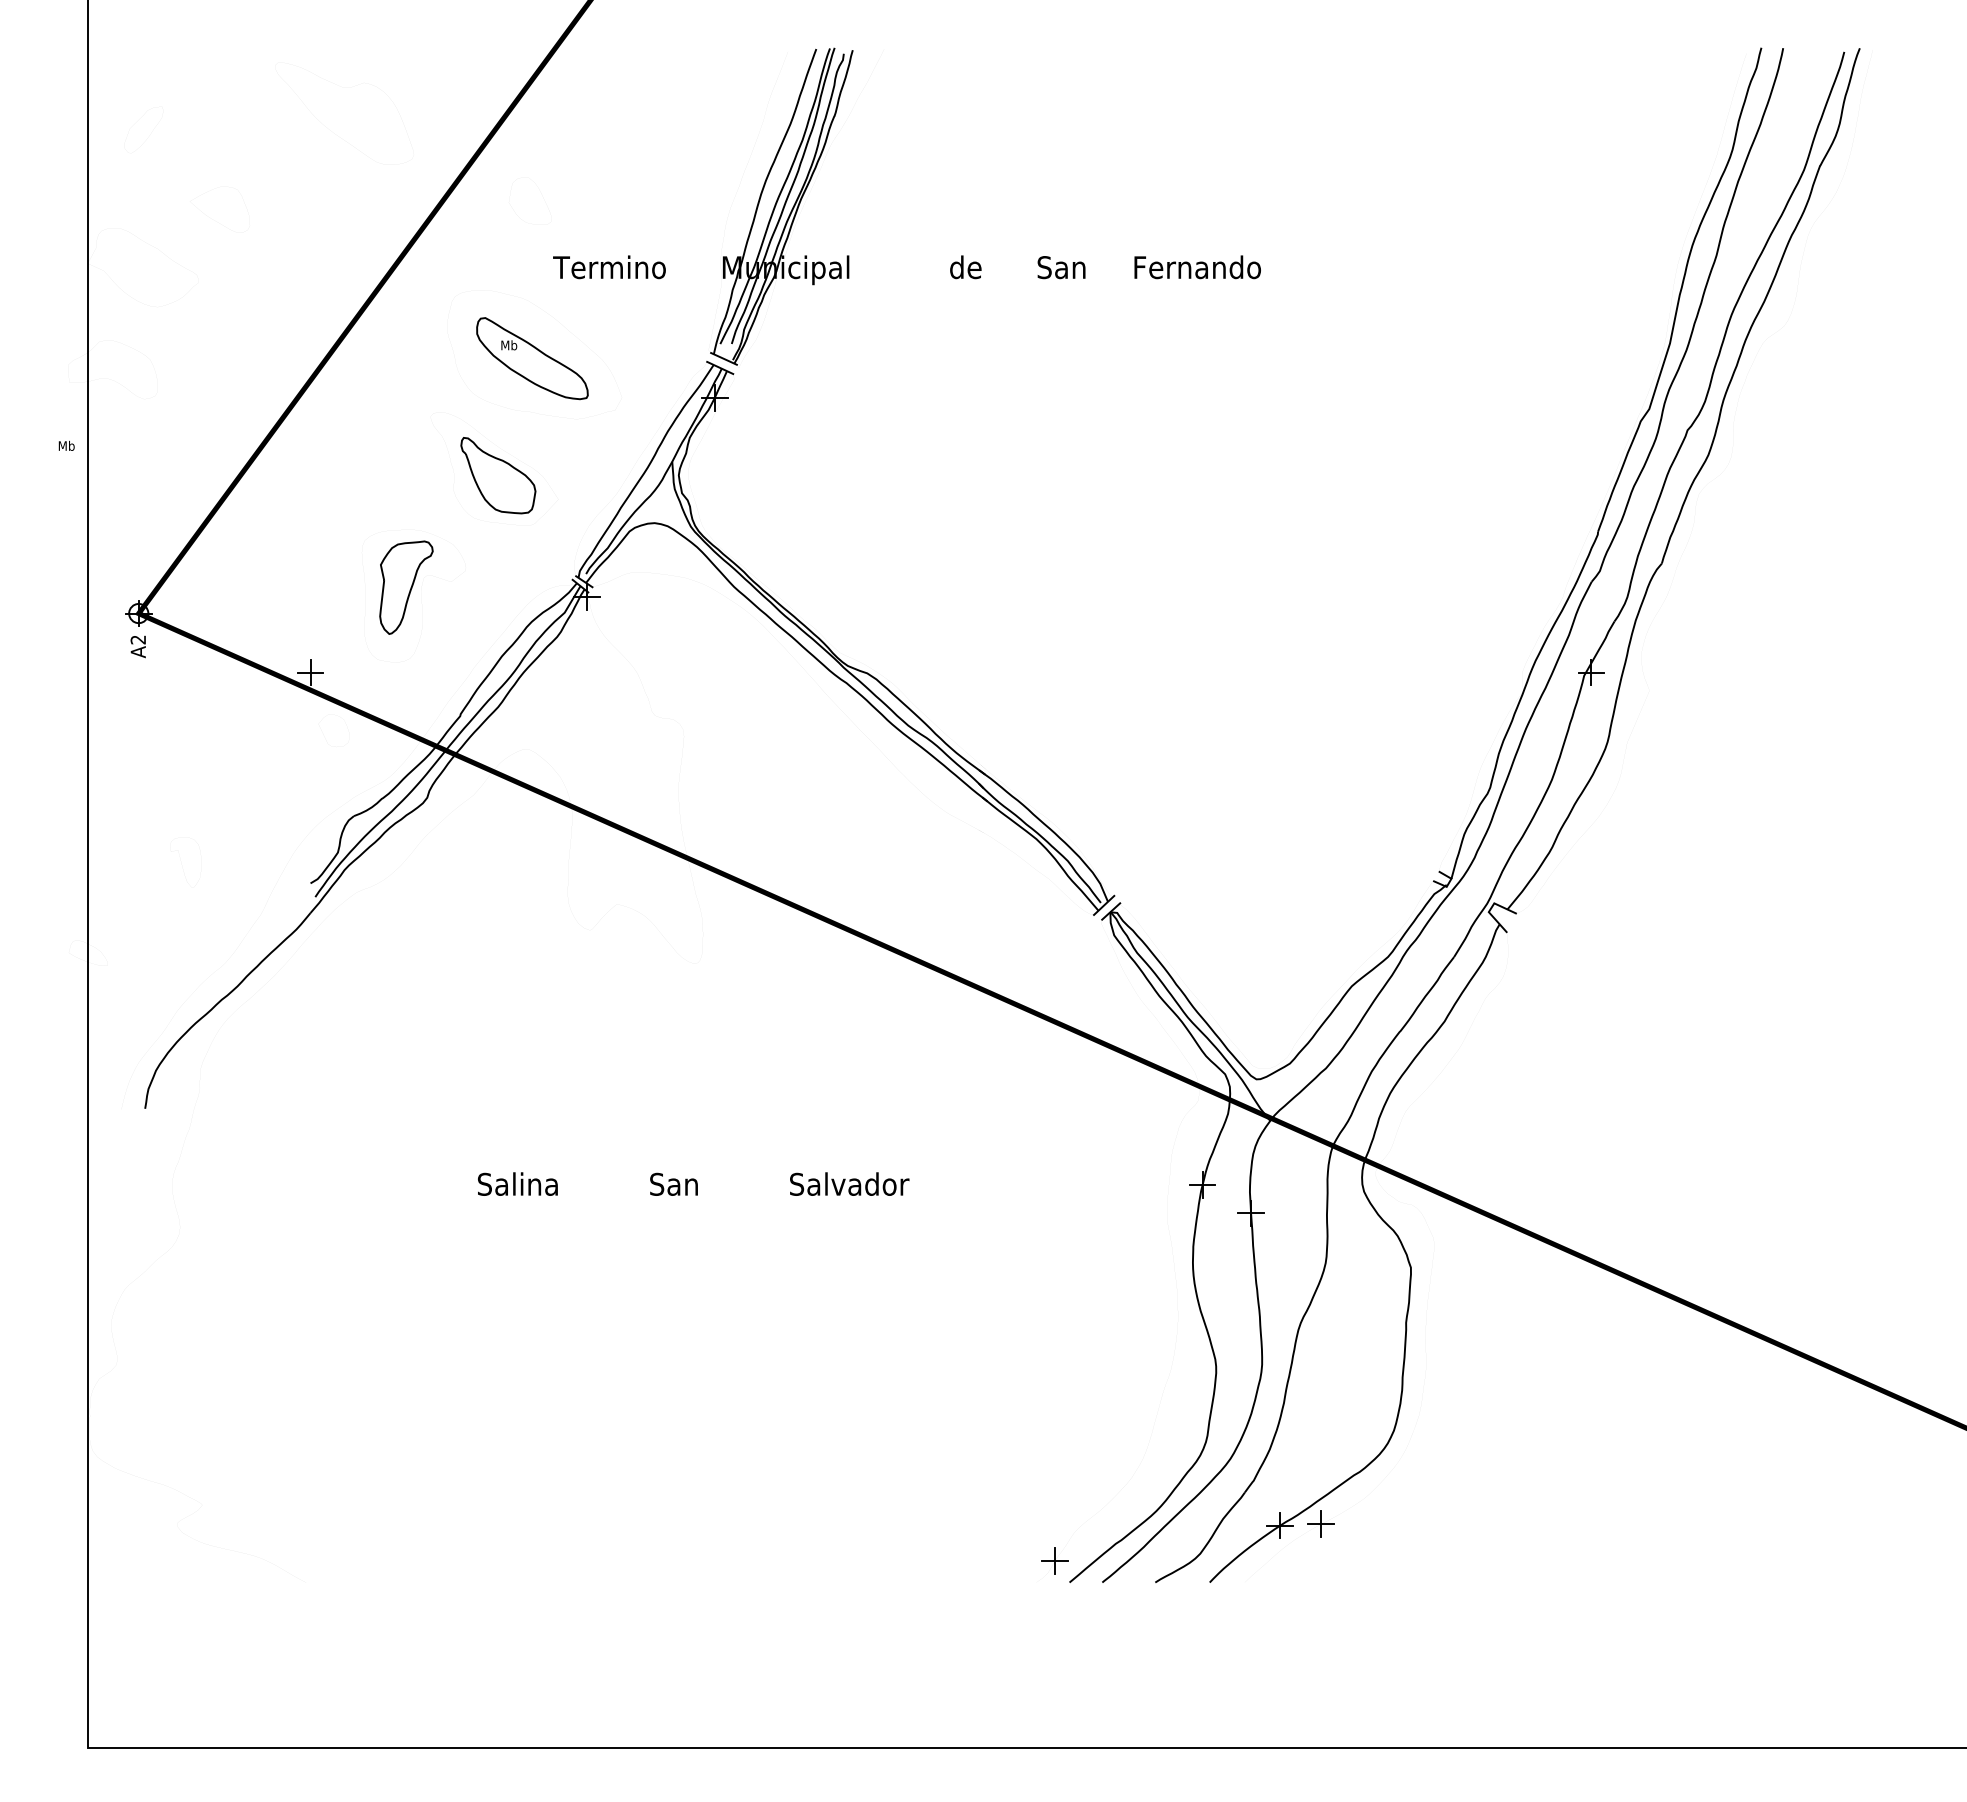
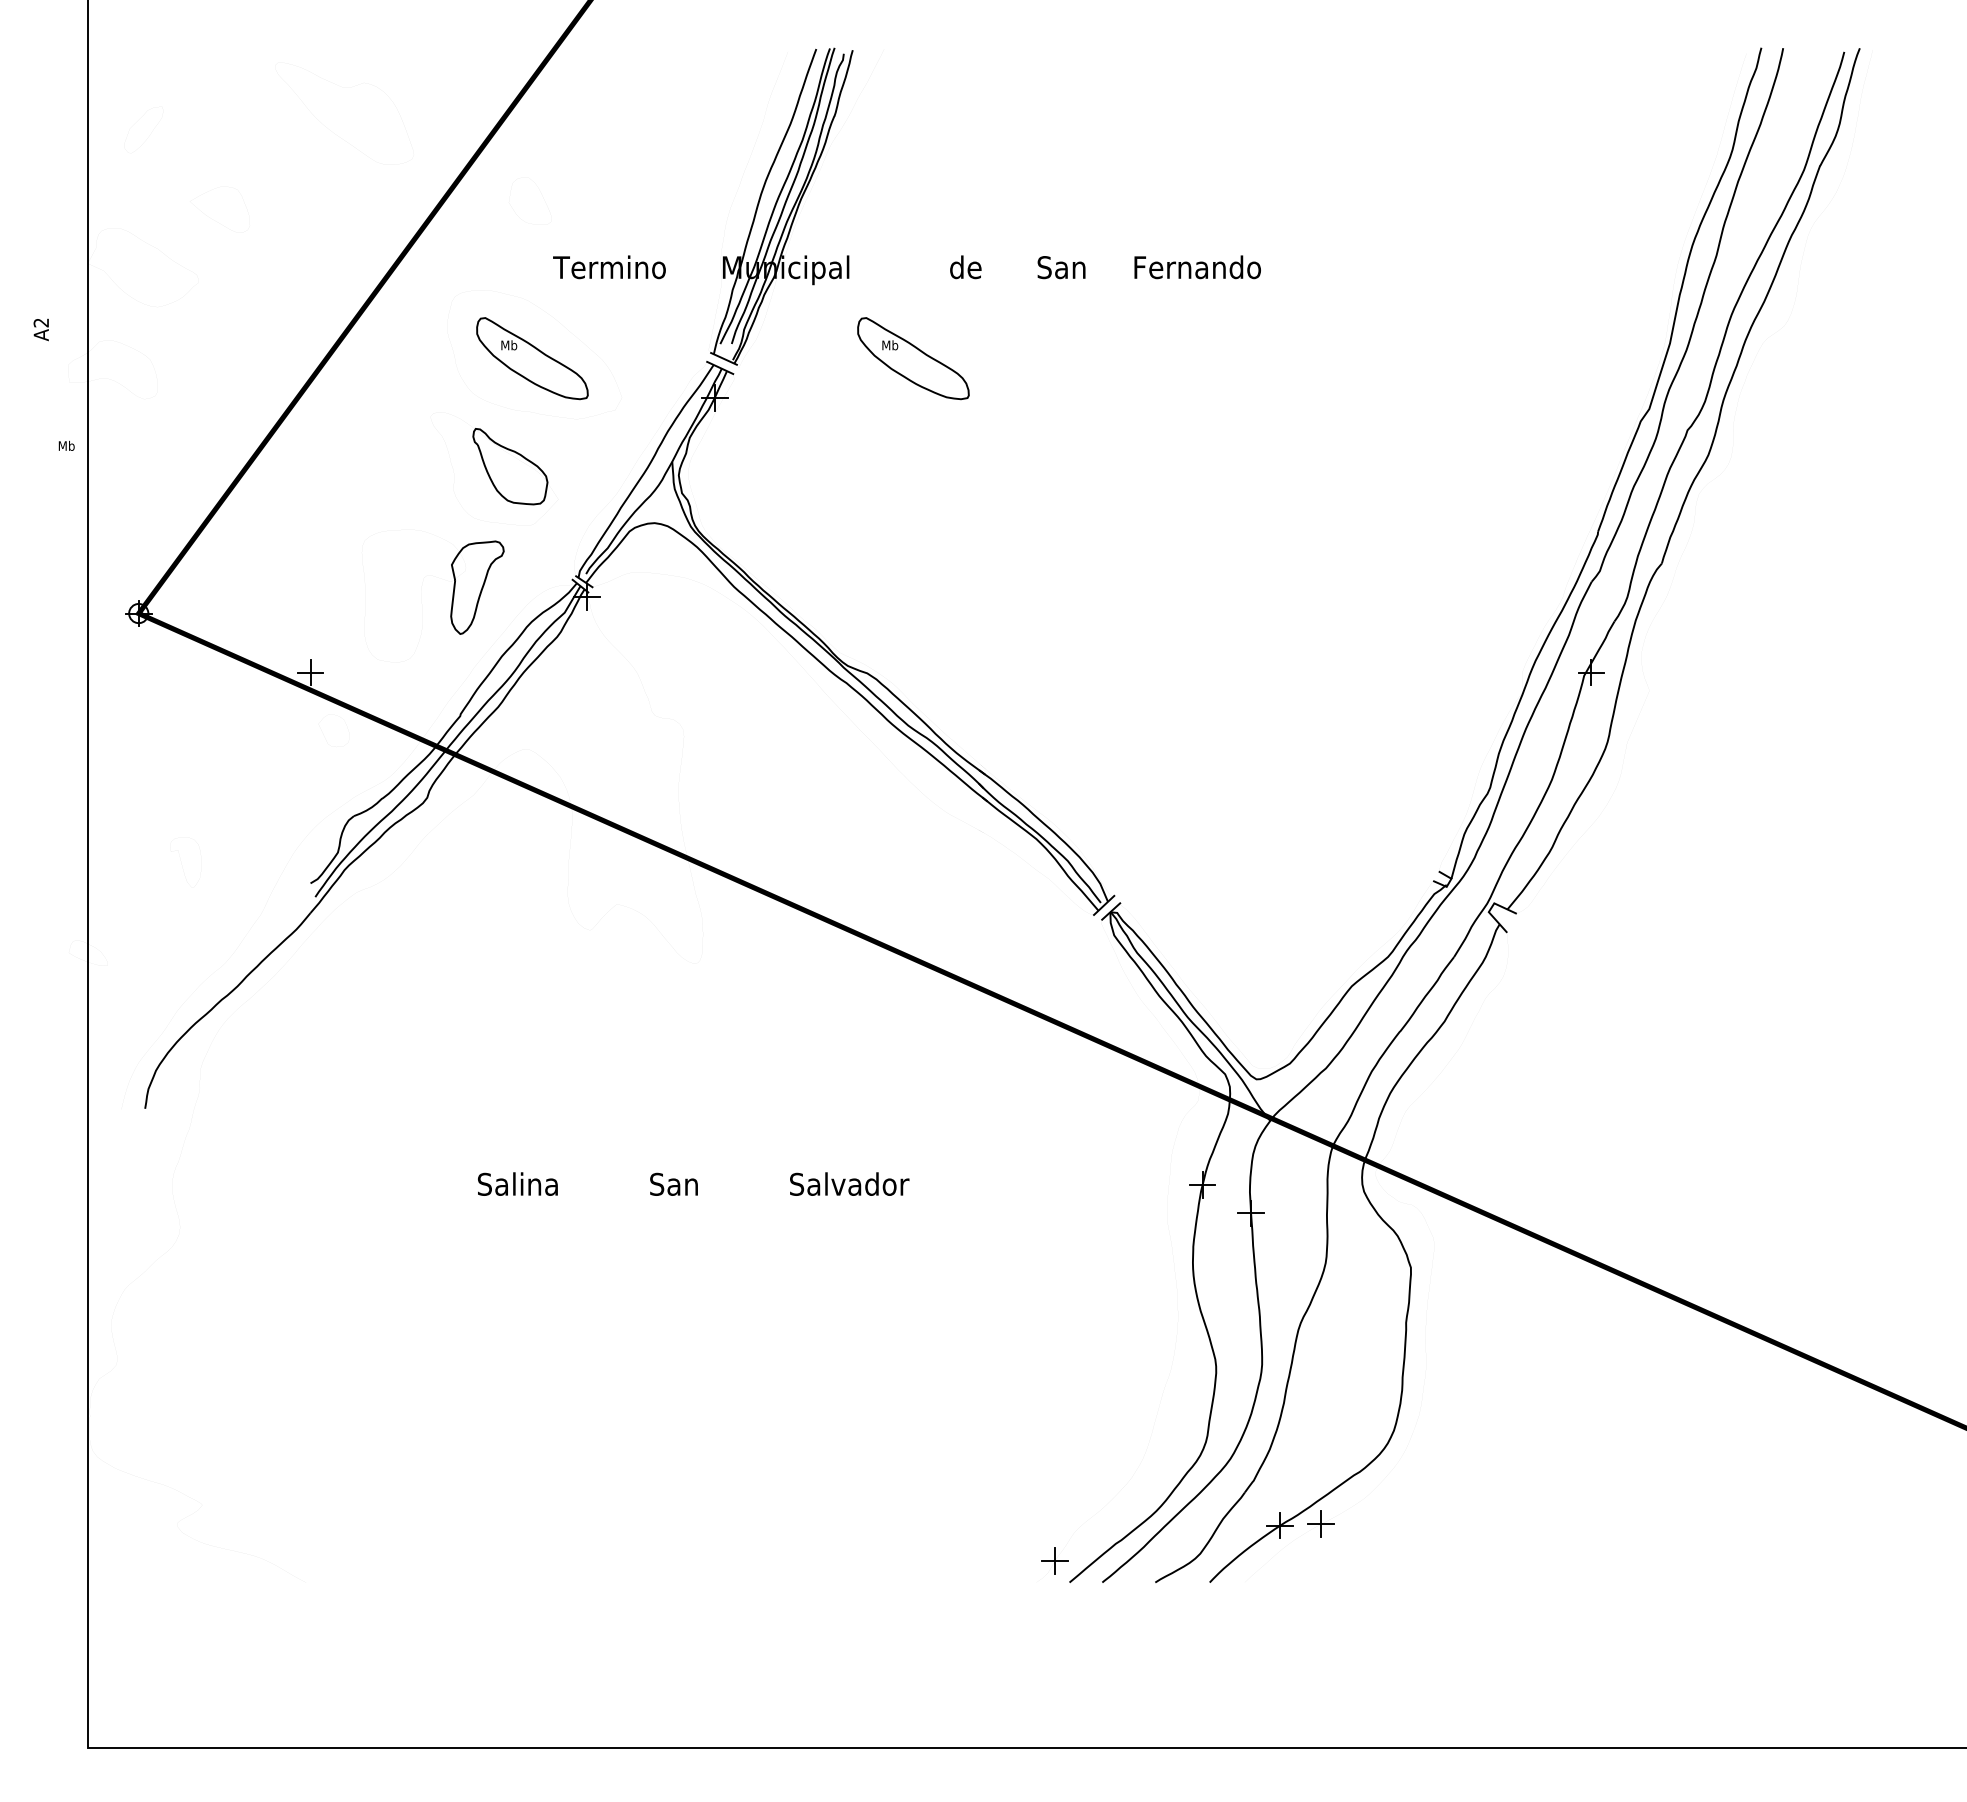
part at (913, 358): none -> present
part at (498, 475) position: (498, 475) -> (510, 466)
part at (406, 587) position: (406, 587) -> (477, 587)
text at (137, 646) position: (137, 646) -> (40, 329)
